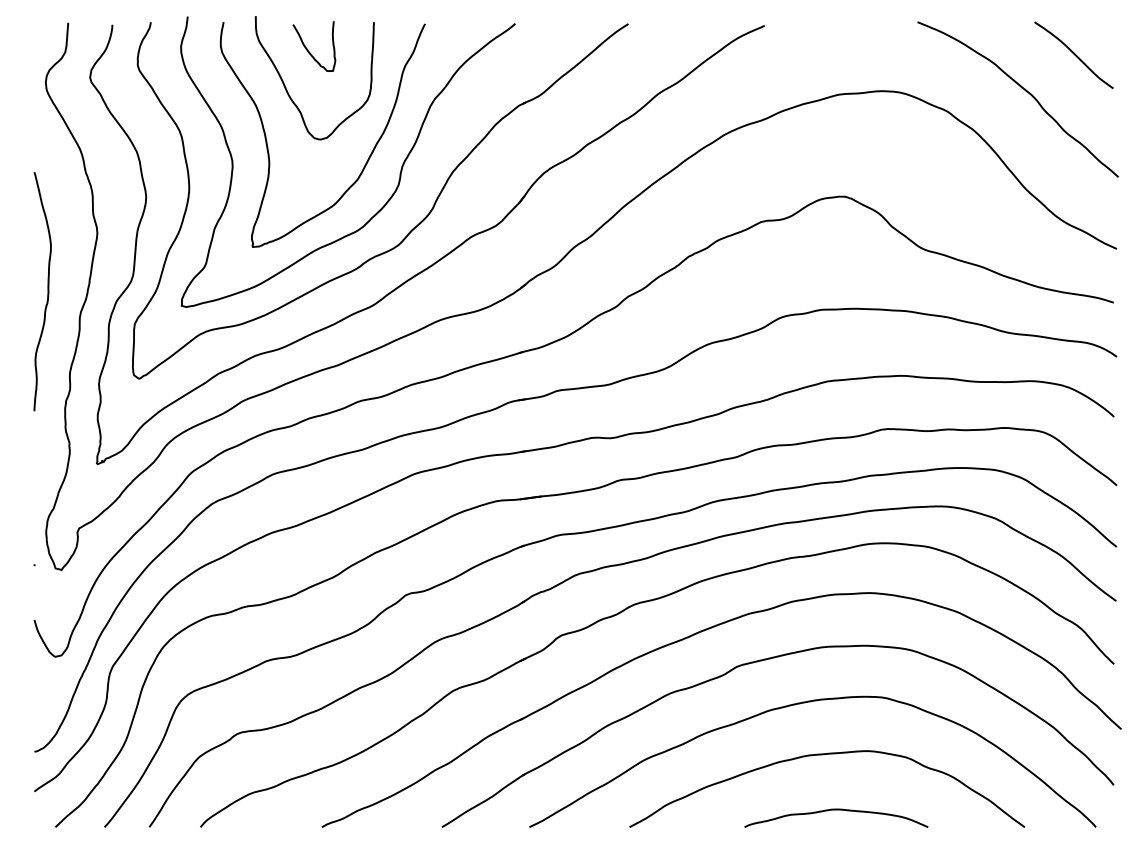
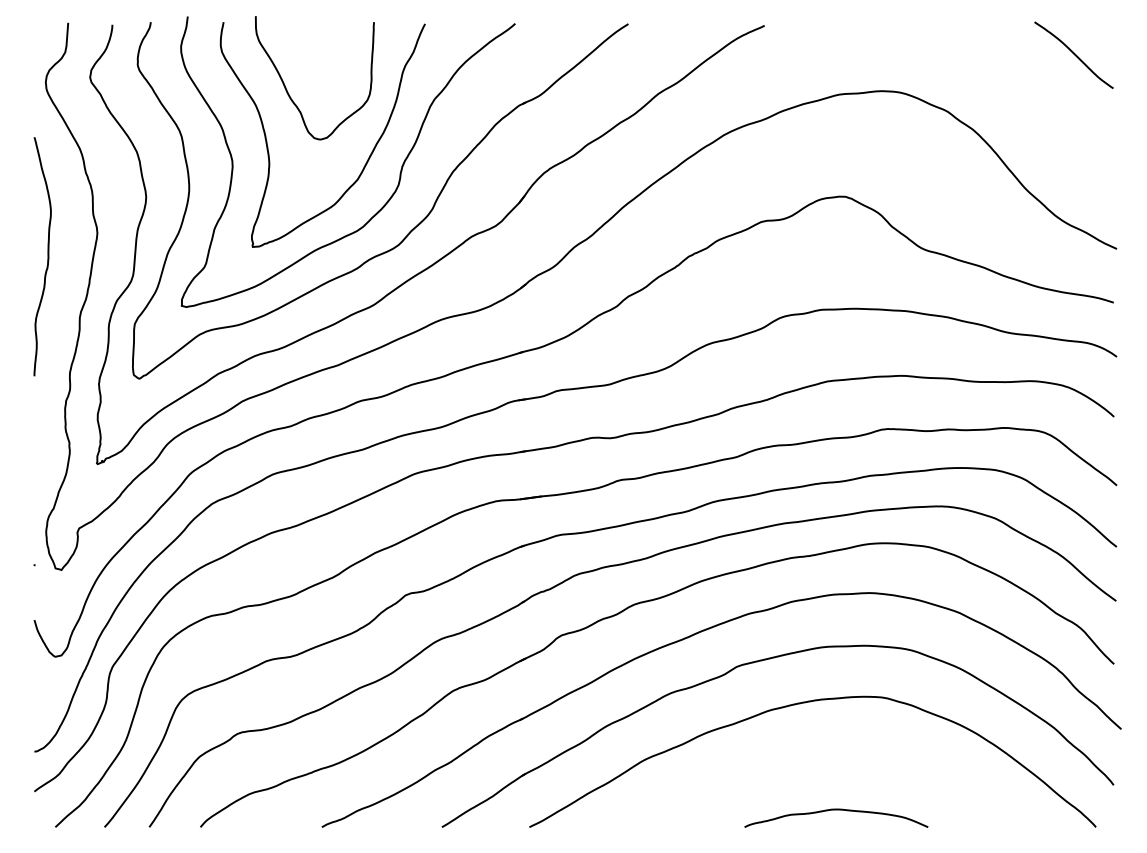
curve at (308, 49): present -> none
curve at (1025, 91): present -> none
curve at (47, 291) position: (47, 291) -> (47, 256)
curve at (823, 755): present -> none
